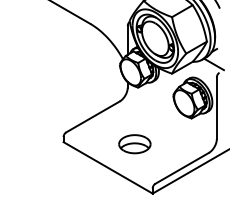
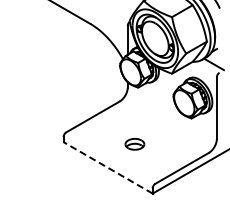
part at (134, 144) size: 34x21 px -> 22x13 px
line at (107, 167): solid -> dashed
